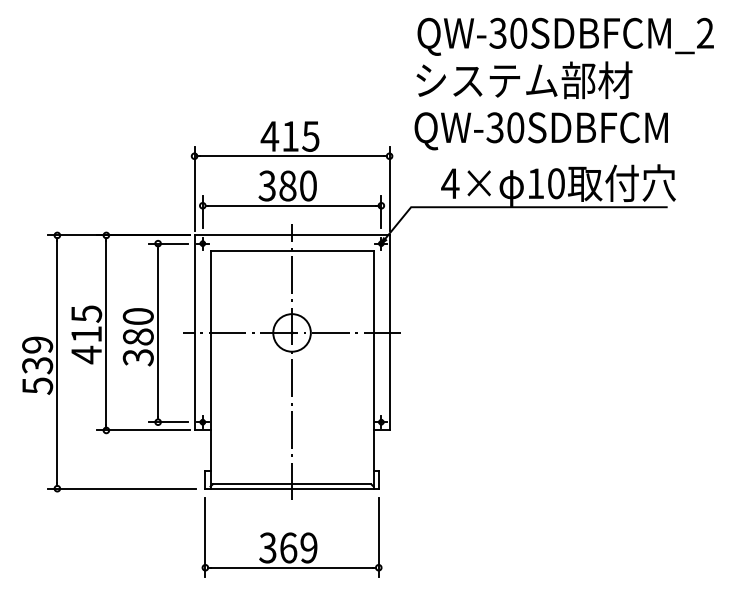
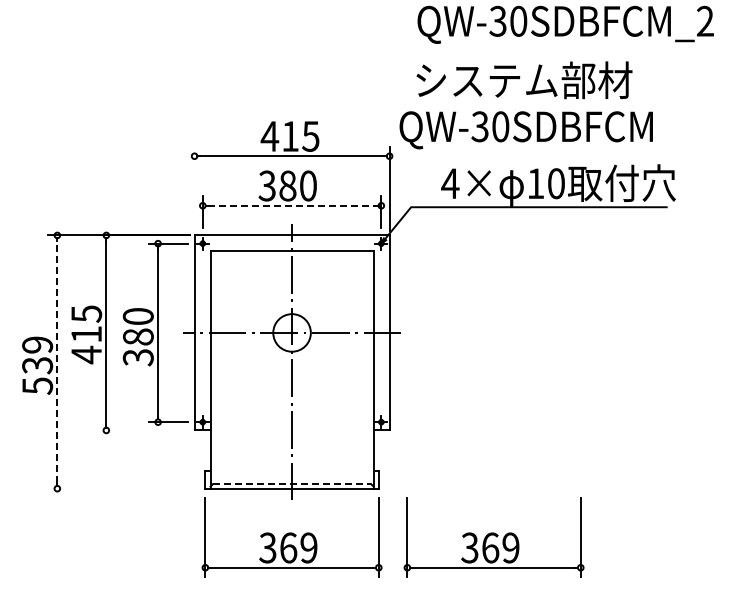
text at (565, 36) position: (565, 36) -> (565, 24)
text at (540, 131) position: (540, 131) -> (525, 130)
line at (194, 188): present -> none
line at (292, 205): solid -> dashed
line at (57, 361): solid -> dashed
line at (142, 430): present -> none
line at (292, 484): solid -> dashed
line at (121, 488): present -> none
part at (493, 537): none -> present
